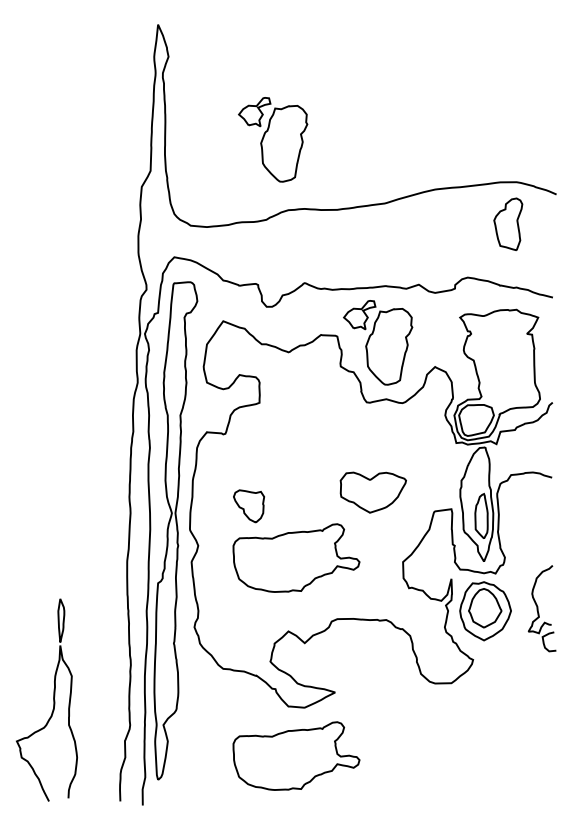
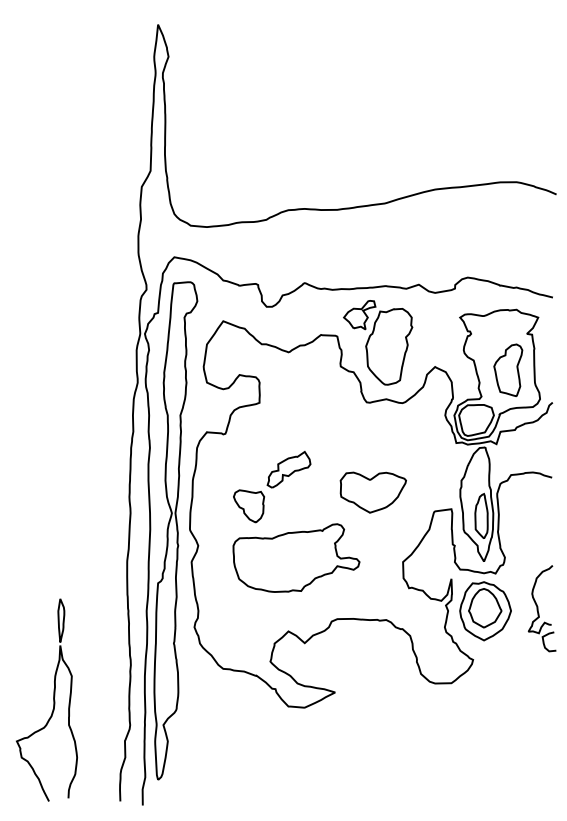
part at (273, 139): present -> none
part at (508, 223) position: (508, 223) -> (508, 369)
part at (288, 469): none -> present
part at (296, 755): present -> none
